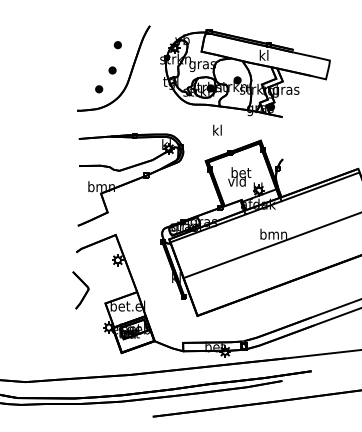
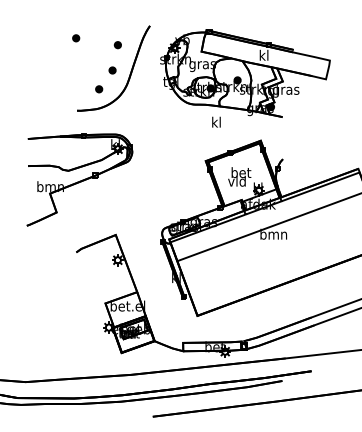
part at (76, 38): none -> present
text at (217, 129) position: (217, 129) -> (216, 121)
part at (130, 179) position: (130, 179) -> (79, 179)
line at (270, 245) position: (270, 245) -> (267, 227)
part at (80, 290): present -> none
